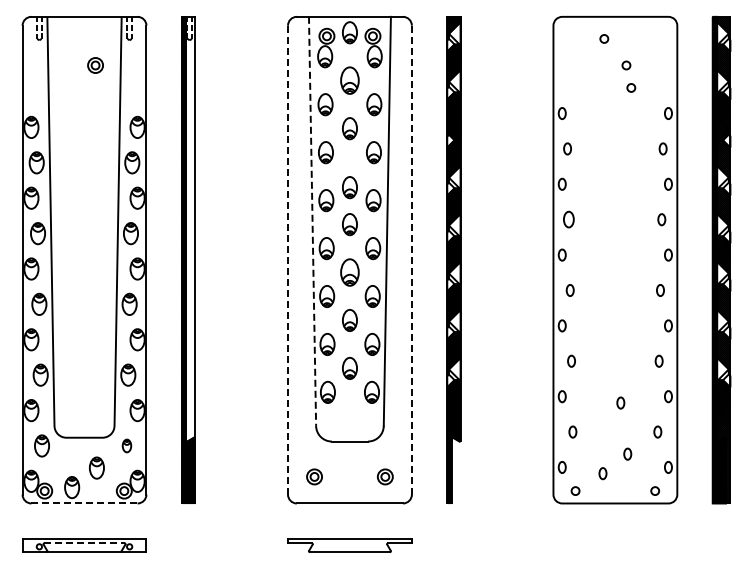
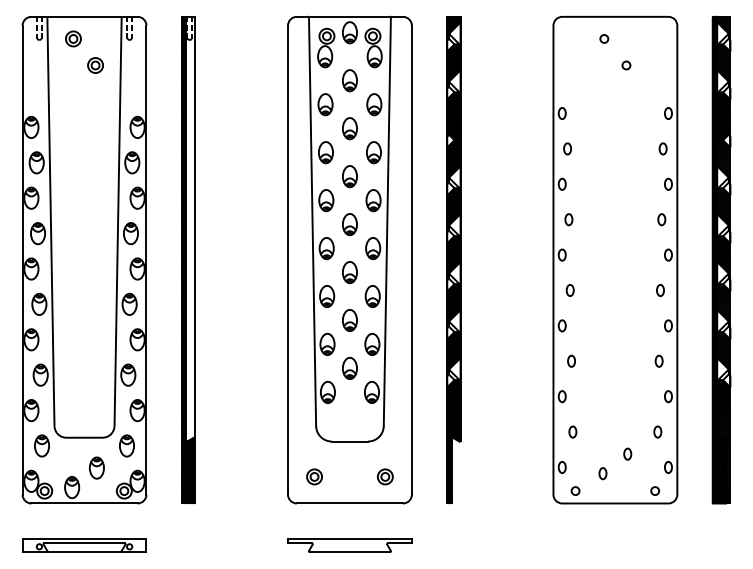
part at (73, 38): none -> present
part at (349, 80) size: 20x29 px -> 16x24 px
circle at (631, 87): present -> none
part at (349, 187) position: (349, 187) -> (349, 176)
part at (568, 219) size: 12x19 px -> 10x14 px
line at (312, 221): dashed -> solid
line at (411, 259): dashed -> solid
line at (288, 260): dashed -> solid
part at (349, 272) size: 20x29 px -> 16x23 px
part at (620, 402): present -> none
part at (126, 445) size: 12x16 px -> 16x24 px
line at (85, 503): dashed -> solid
line at (85, 543): dashed -> solid
